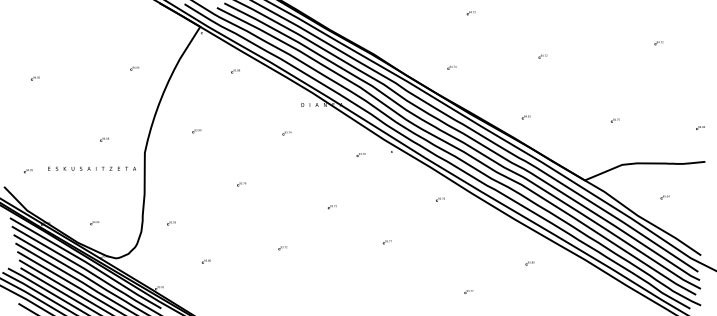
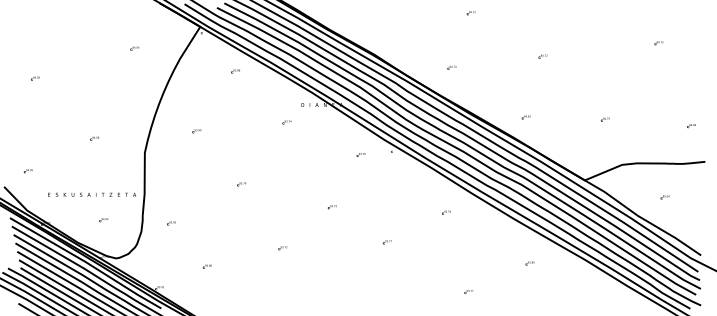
part at (134, 68) position: (134, 68) -> (134, 48)
part at (614, 120) position: (614, 120) -> (604, 119)
part at (700, 128) position: (700, 128) -> (691, 126)
part at (286, 133) position: (286, 133) -> (286, 122)
part at (104, 139) position: (104, 139) -> (94, 138)
text at (91, 168) position: (91, 168) -> (91, 194)
part at (440, 199) position: (440, 199) -> (446, 212)
part at (94, 223) position: (94, 223) -> (103, 220)
part at (205, 261) position: (205, 261) -> (206, 266)
